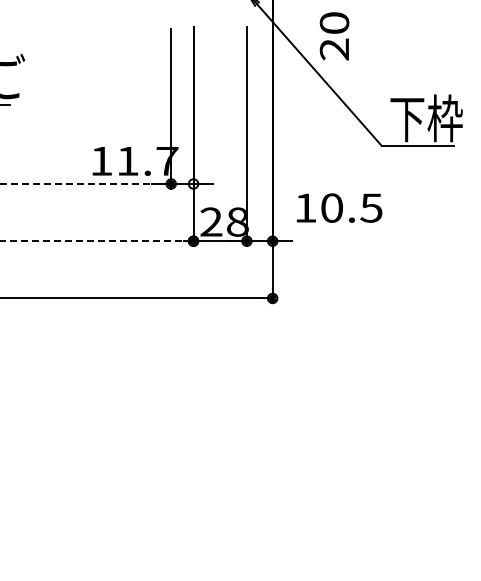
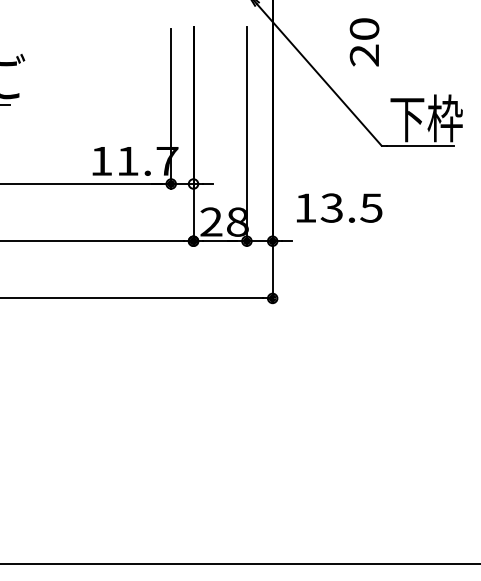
text at (334, 36) position: (334, 36) -> (364, 42)
line at (81, 184): dashed -> solid
text at (331, 207): 10.5 -> 13.5
line at (92, 241): dashed -> solid
line at (239, 563): none -> present
